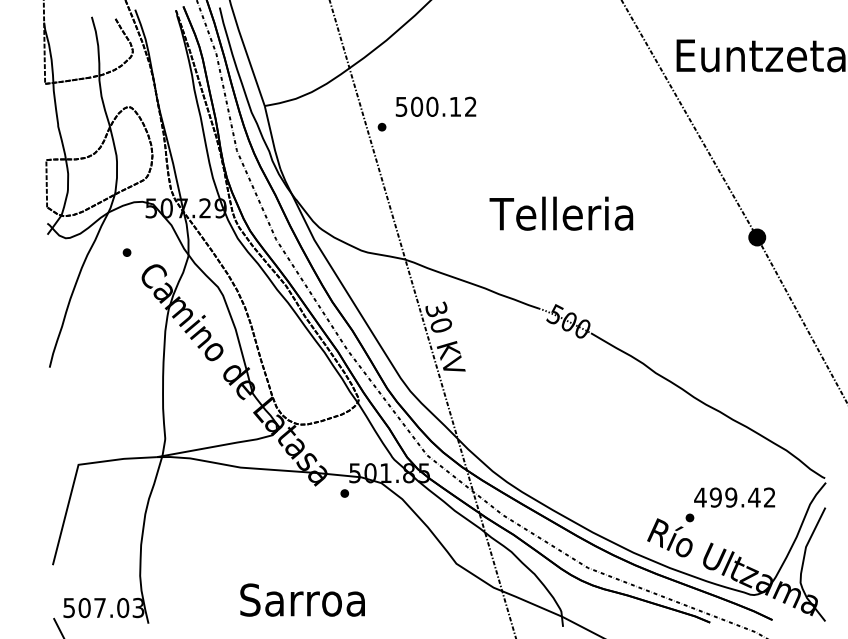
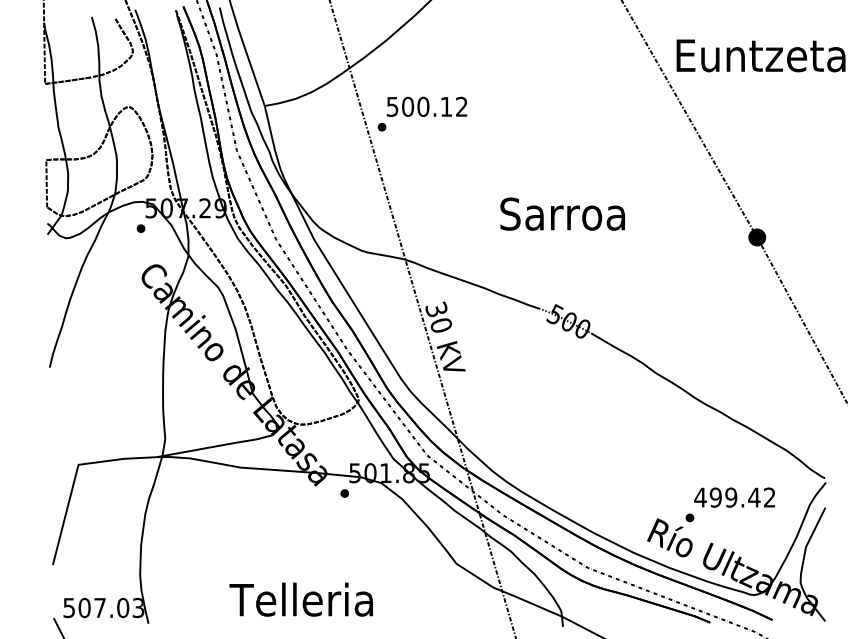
text at (435, 106) position: (435, 106) -> (426, 106)
text at (561, 213): Telleria -> Sarroa
part at (126, 252) position: (126, 252) -> (140, 228)
text at (300, 599): Sarroa -> Telleria
